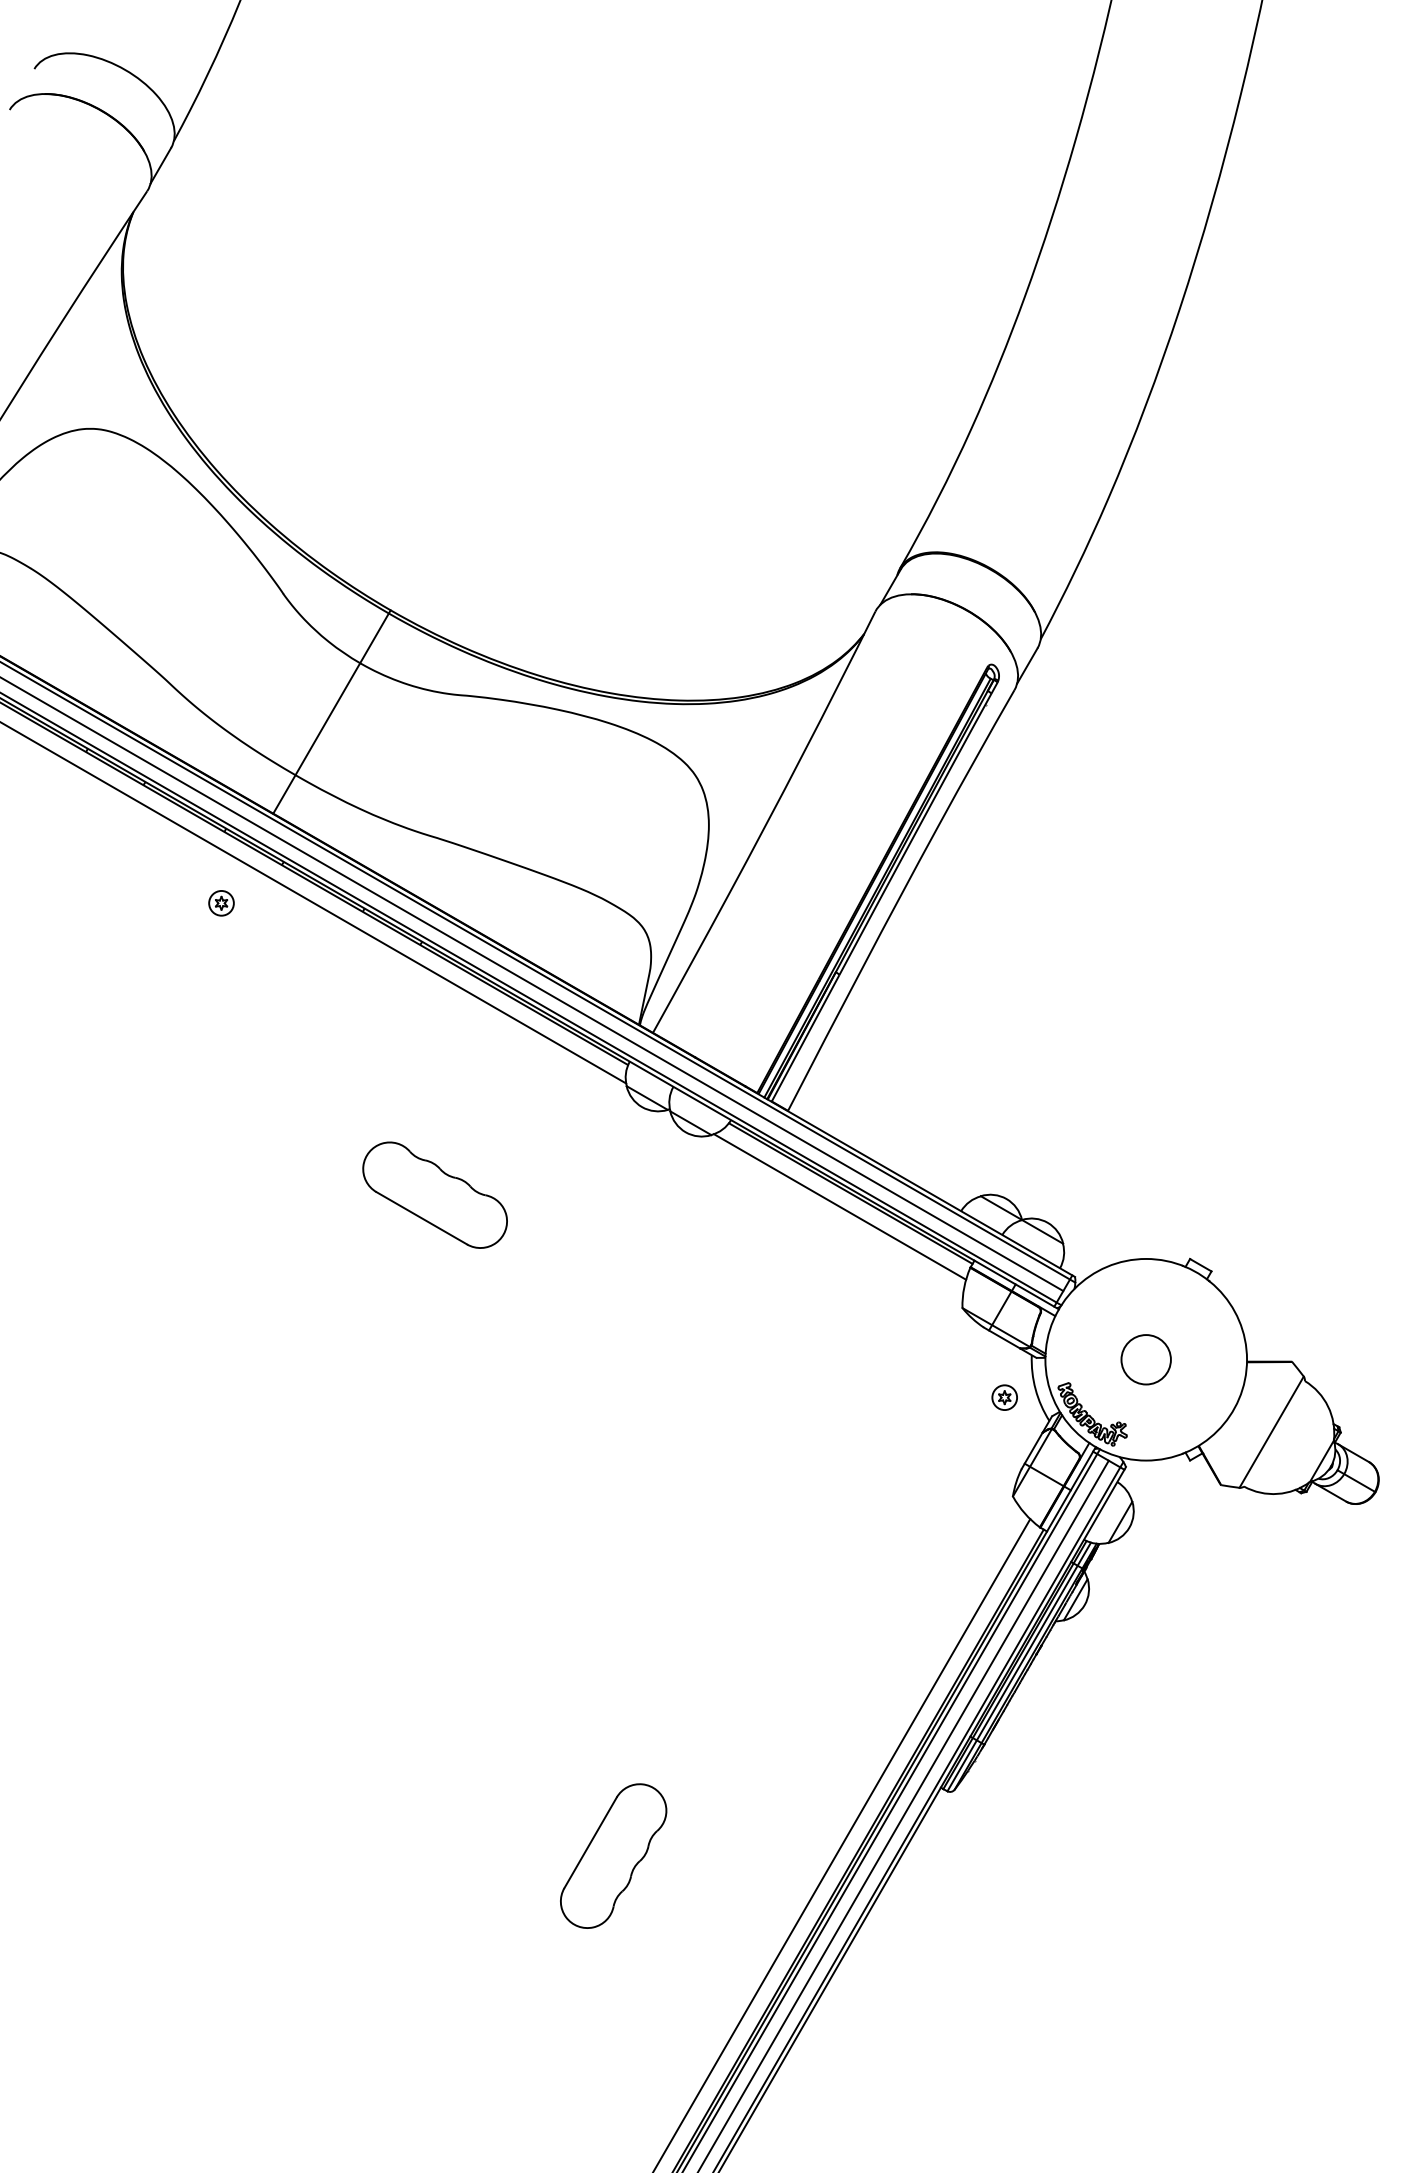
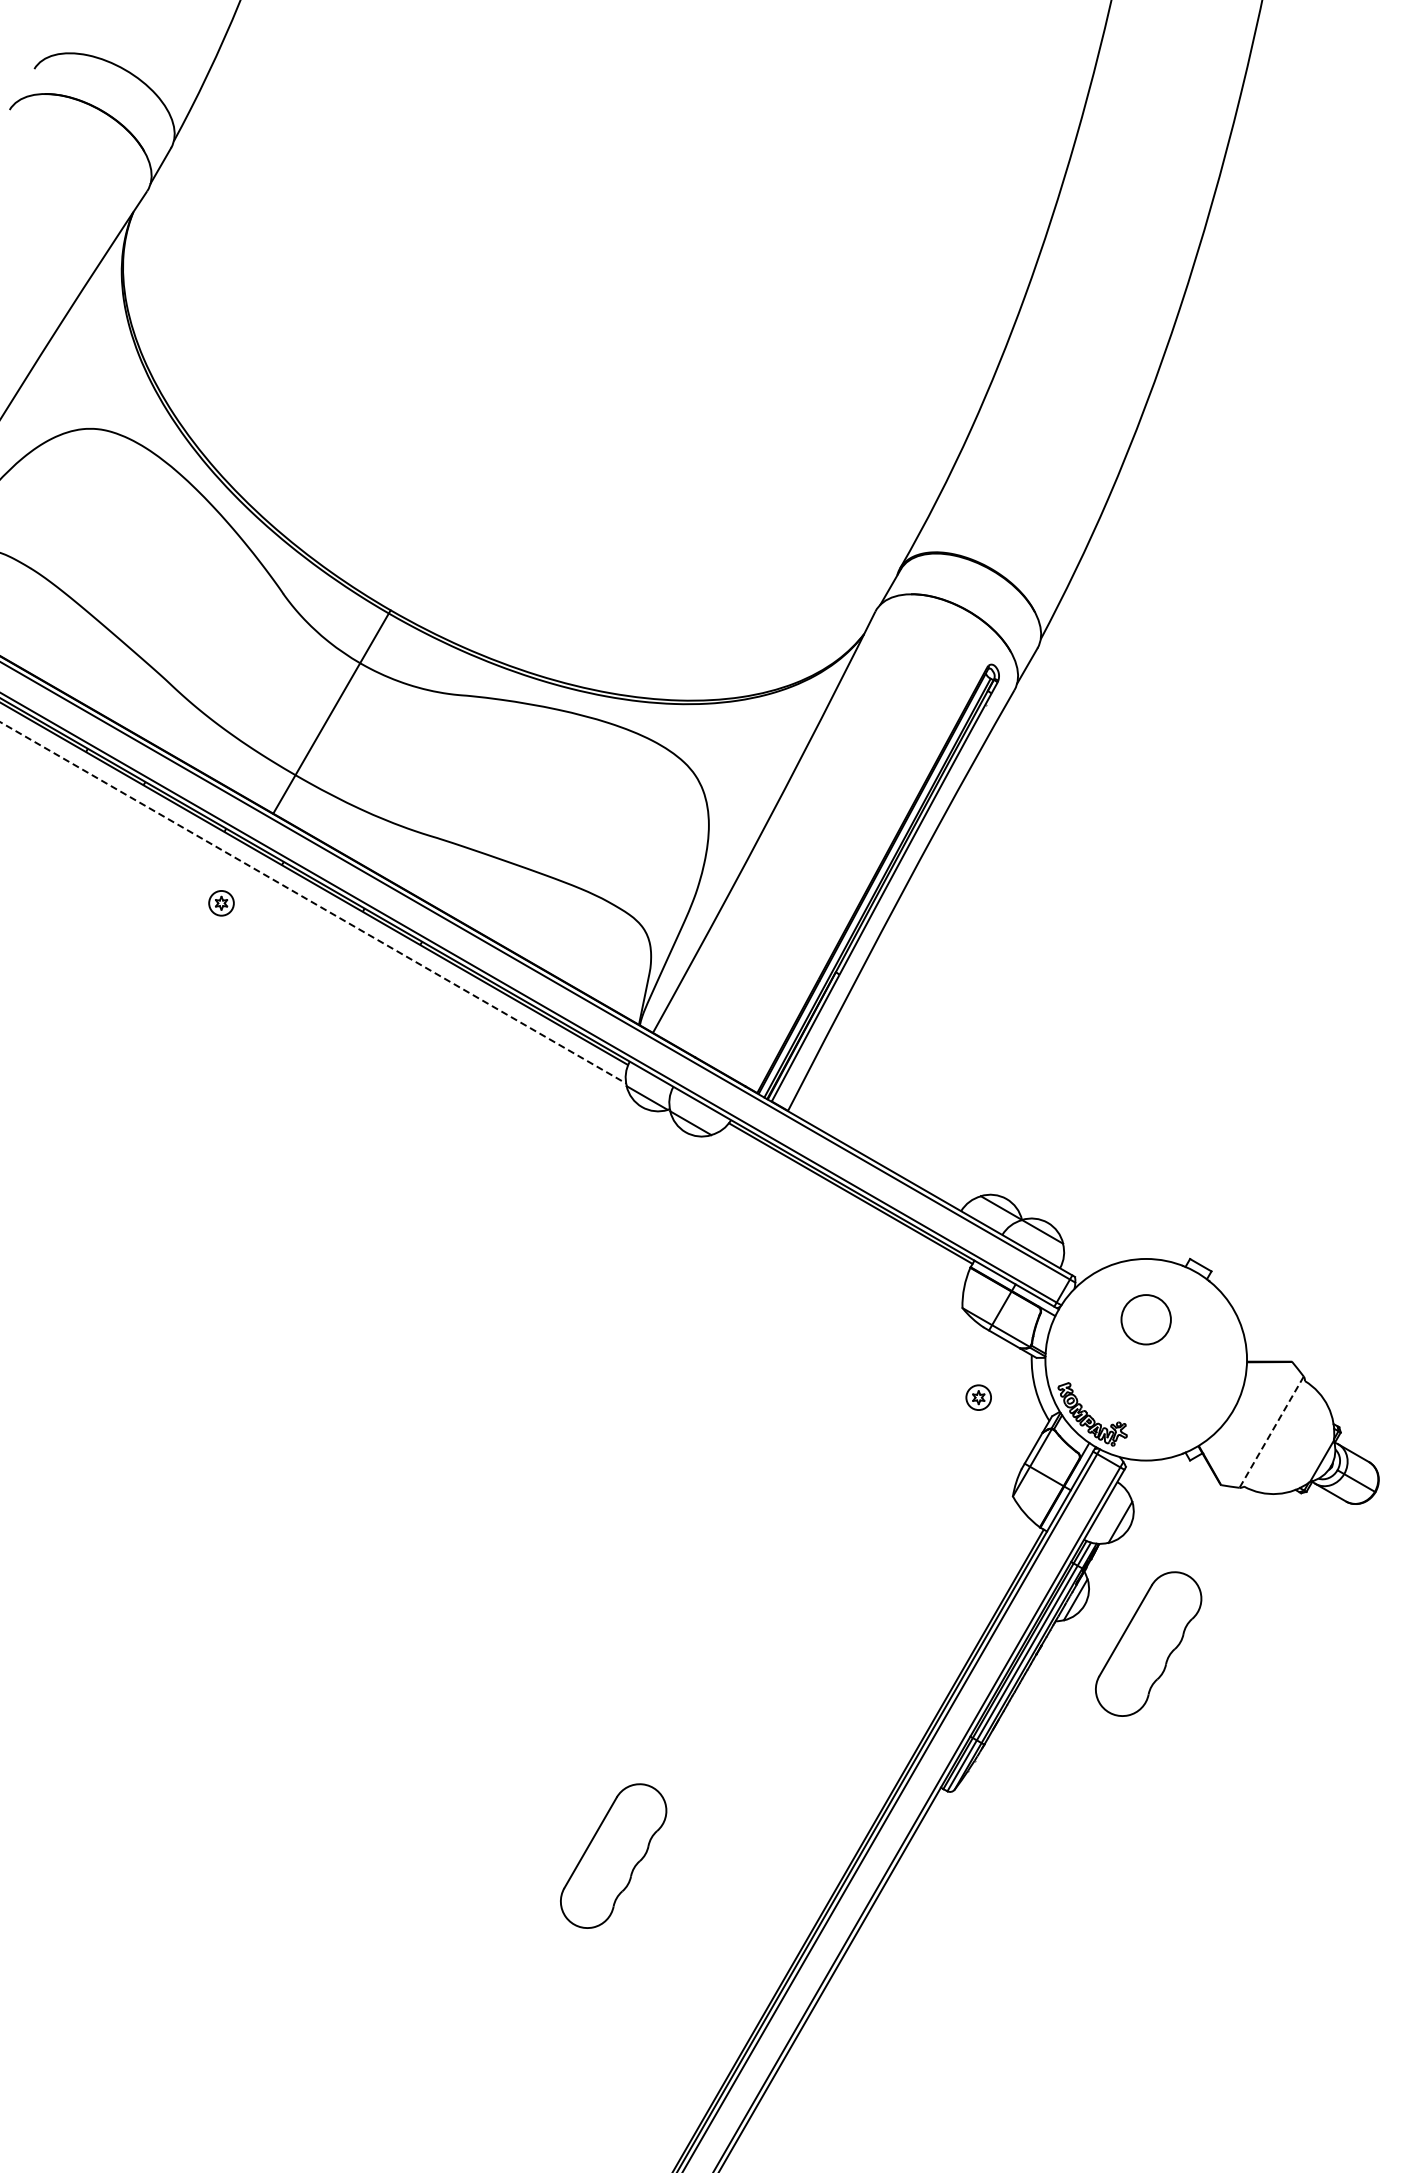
line at (313, 903): solid -> dashed
line at (532, 984): present -> none
part at (434, 1194): present -> none
line at (839, 1206): present -> none
circle at (1145, 1359) position: (1145, 1359) -> (1145, 1319)
part at (1004, 1397) position: (1004, 1397) -> (978, 1397)
line at (1271, 1432): solid -> dashed
part at (1148, 1643): none -> present
line at (903, 1814): present -> none
line at (842, 1844): present -> none
